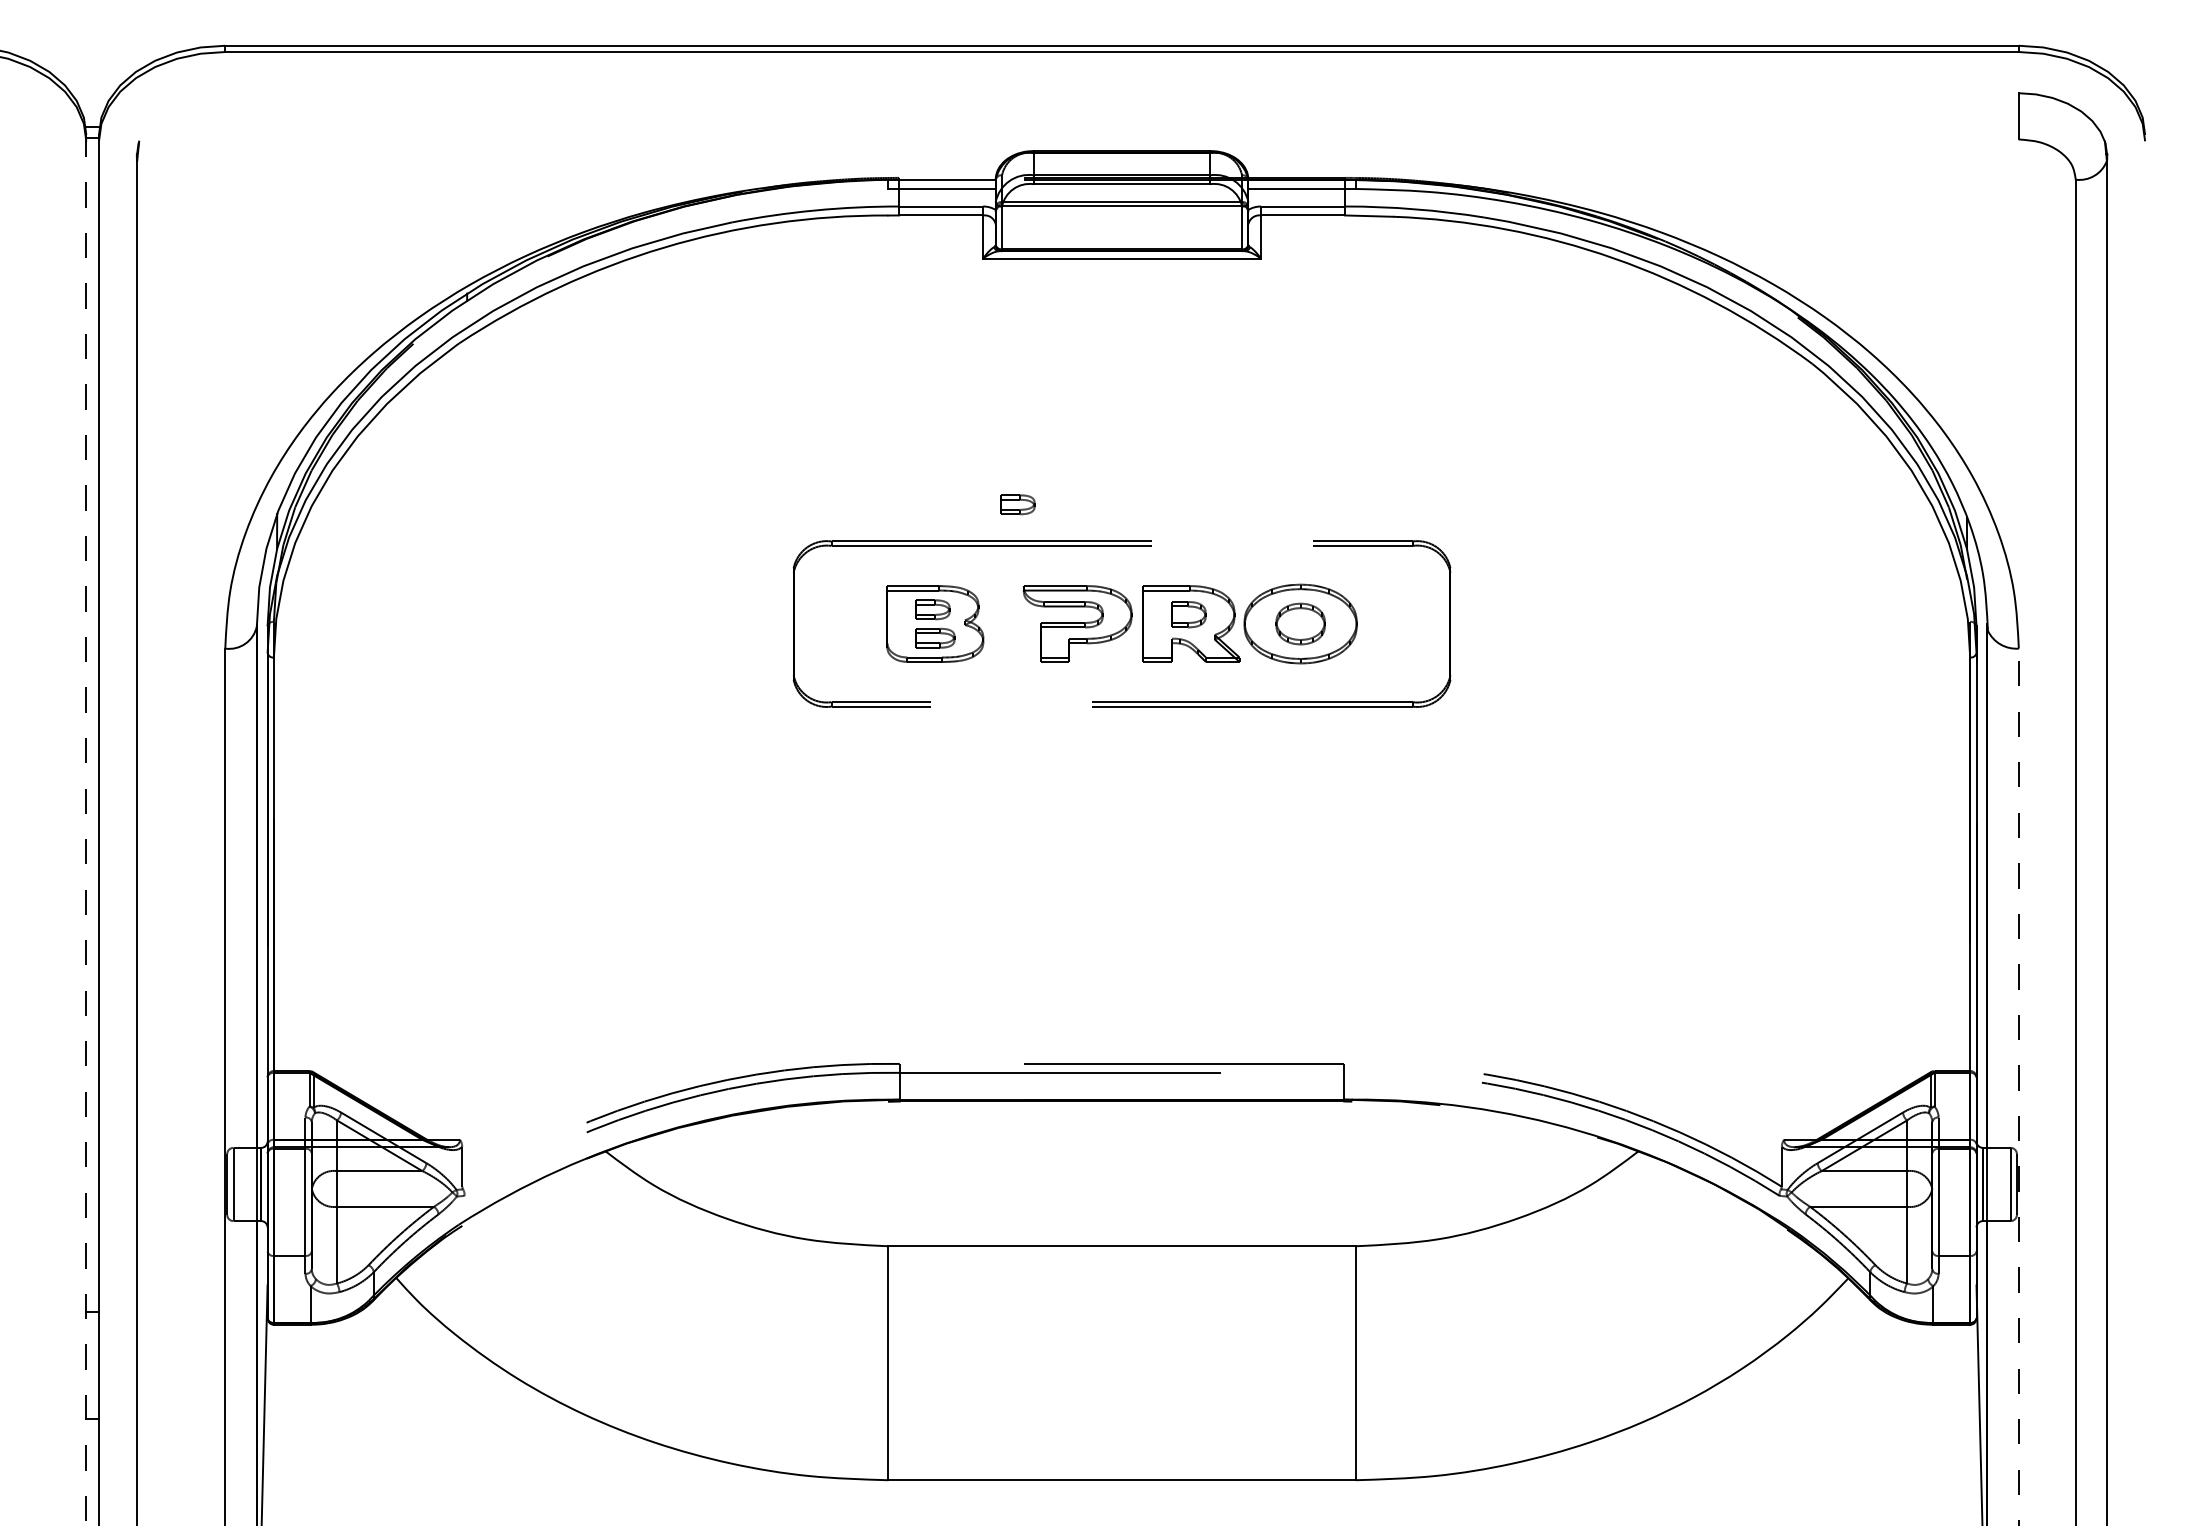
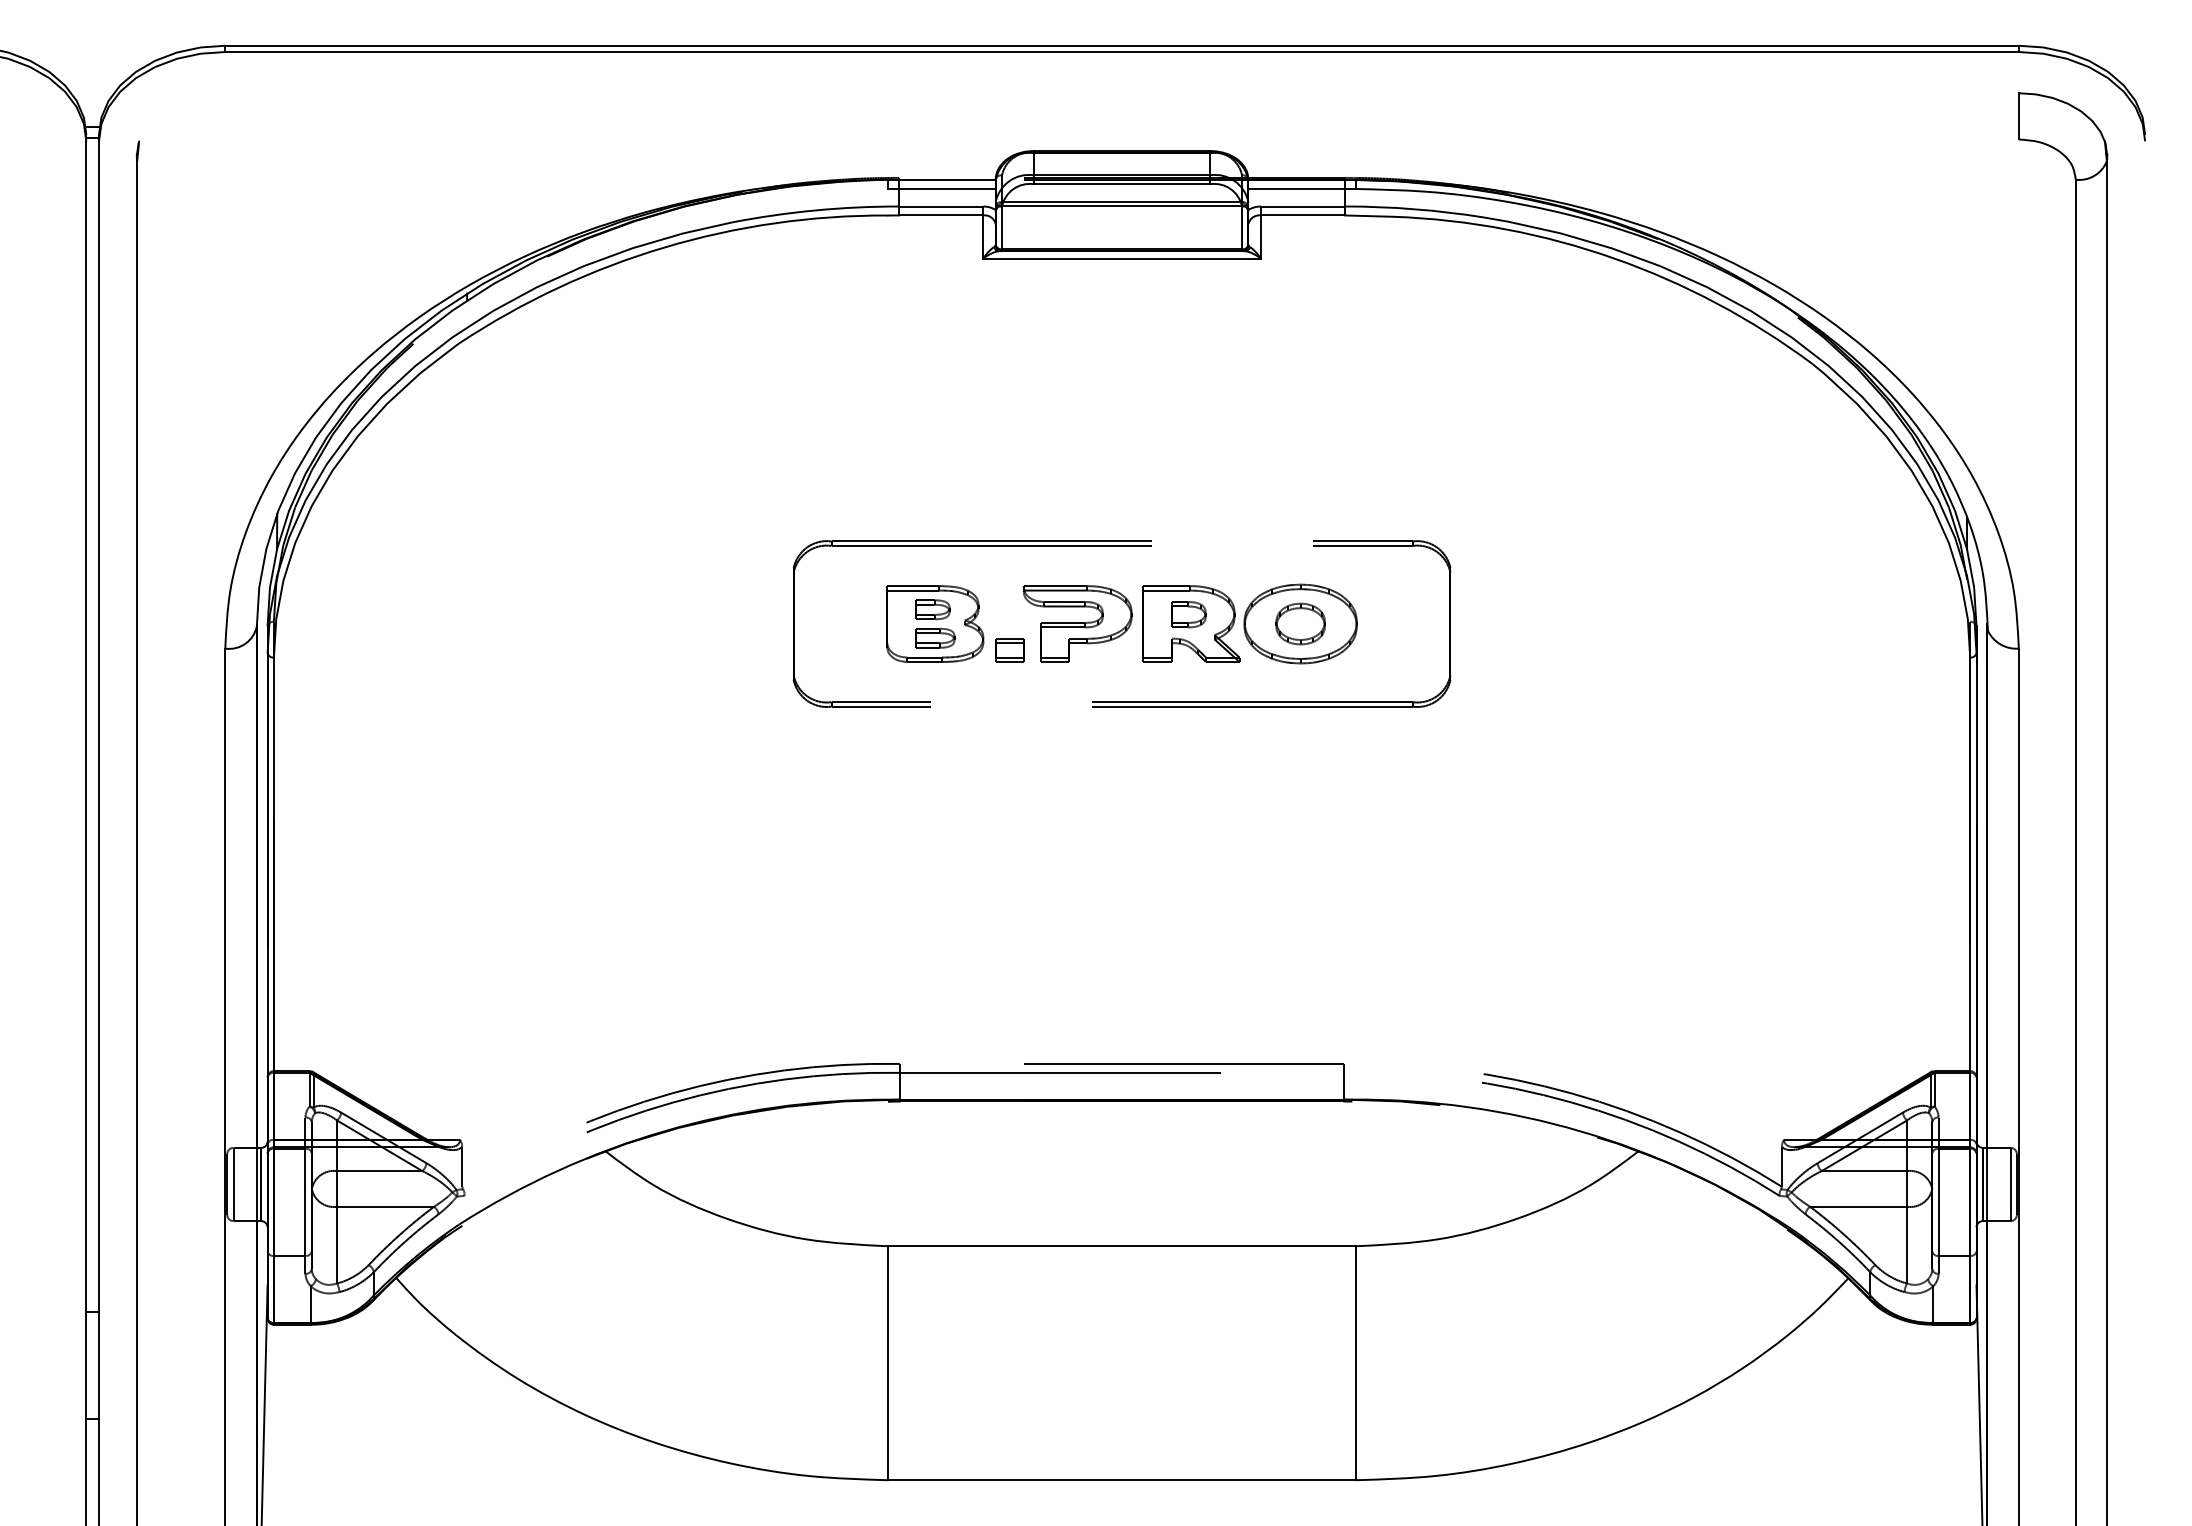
part at (1017, 504): present -> none
part at (1009, 650): none -> present
line at (86, 833): dashed -> solid
line at (2018, 1086): dashed -> solid
